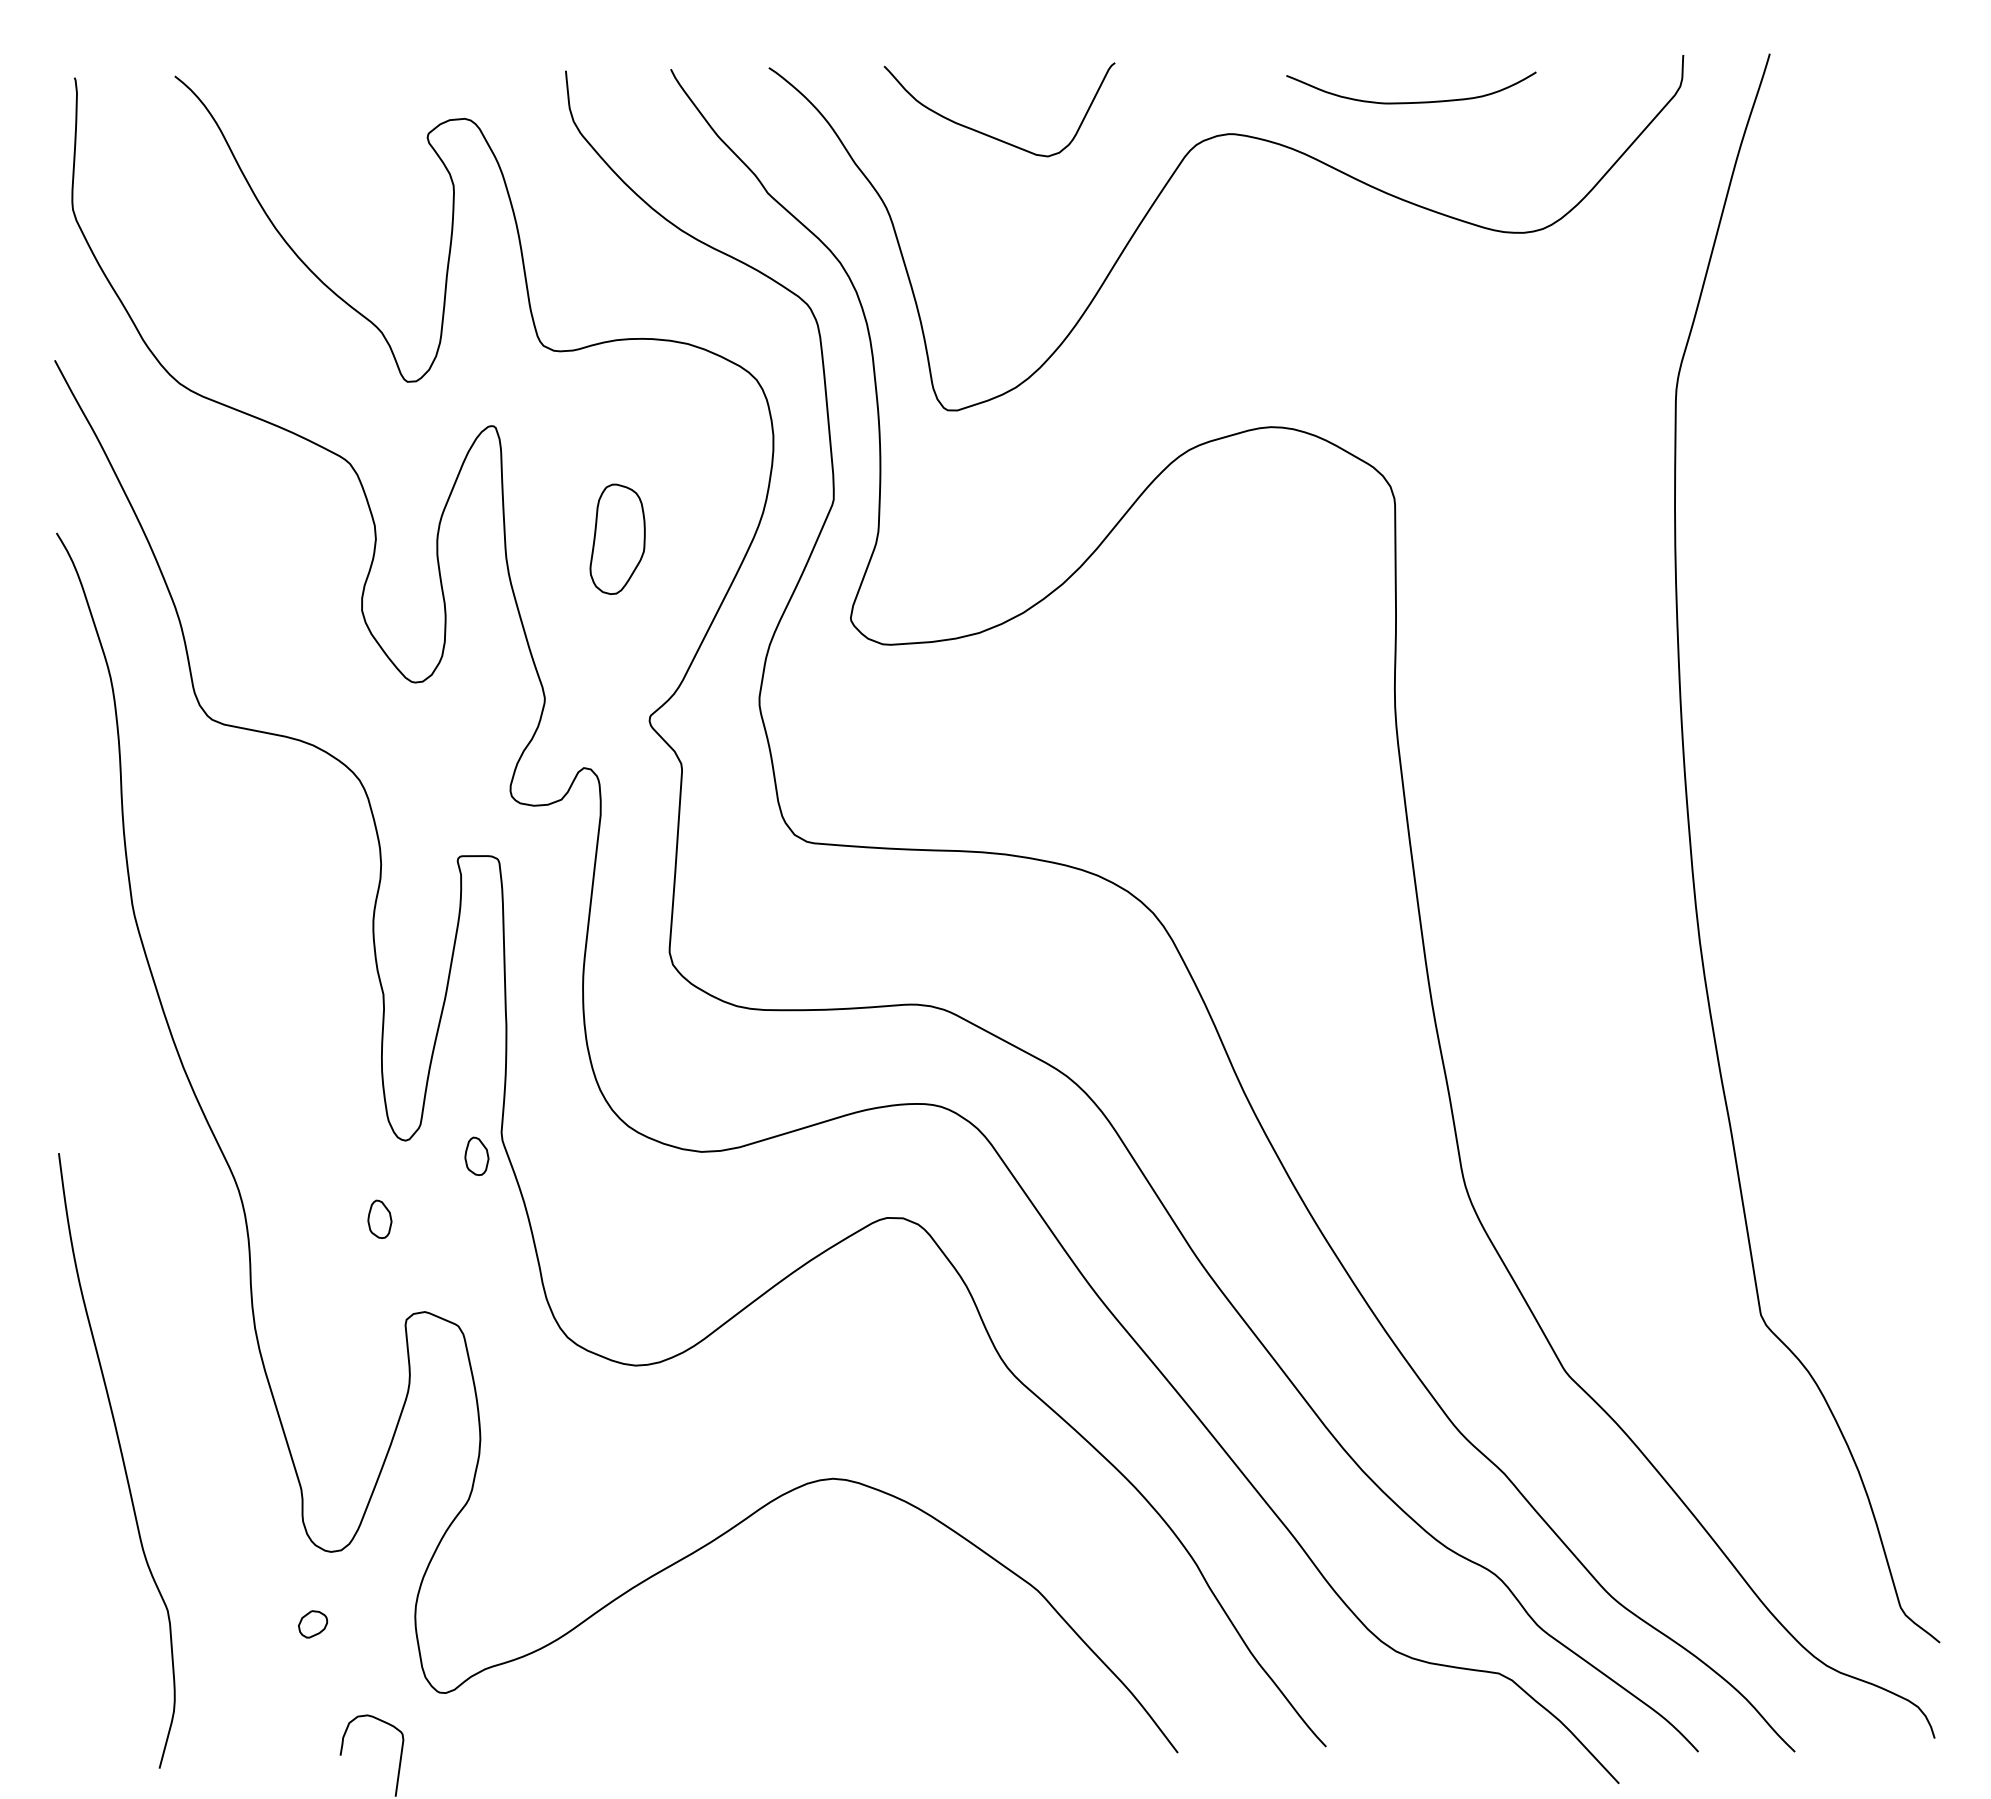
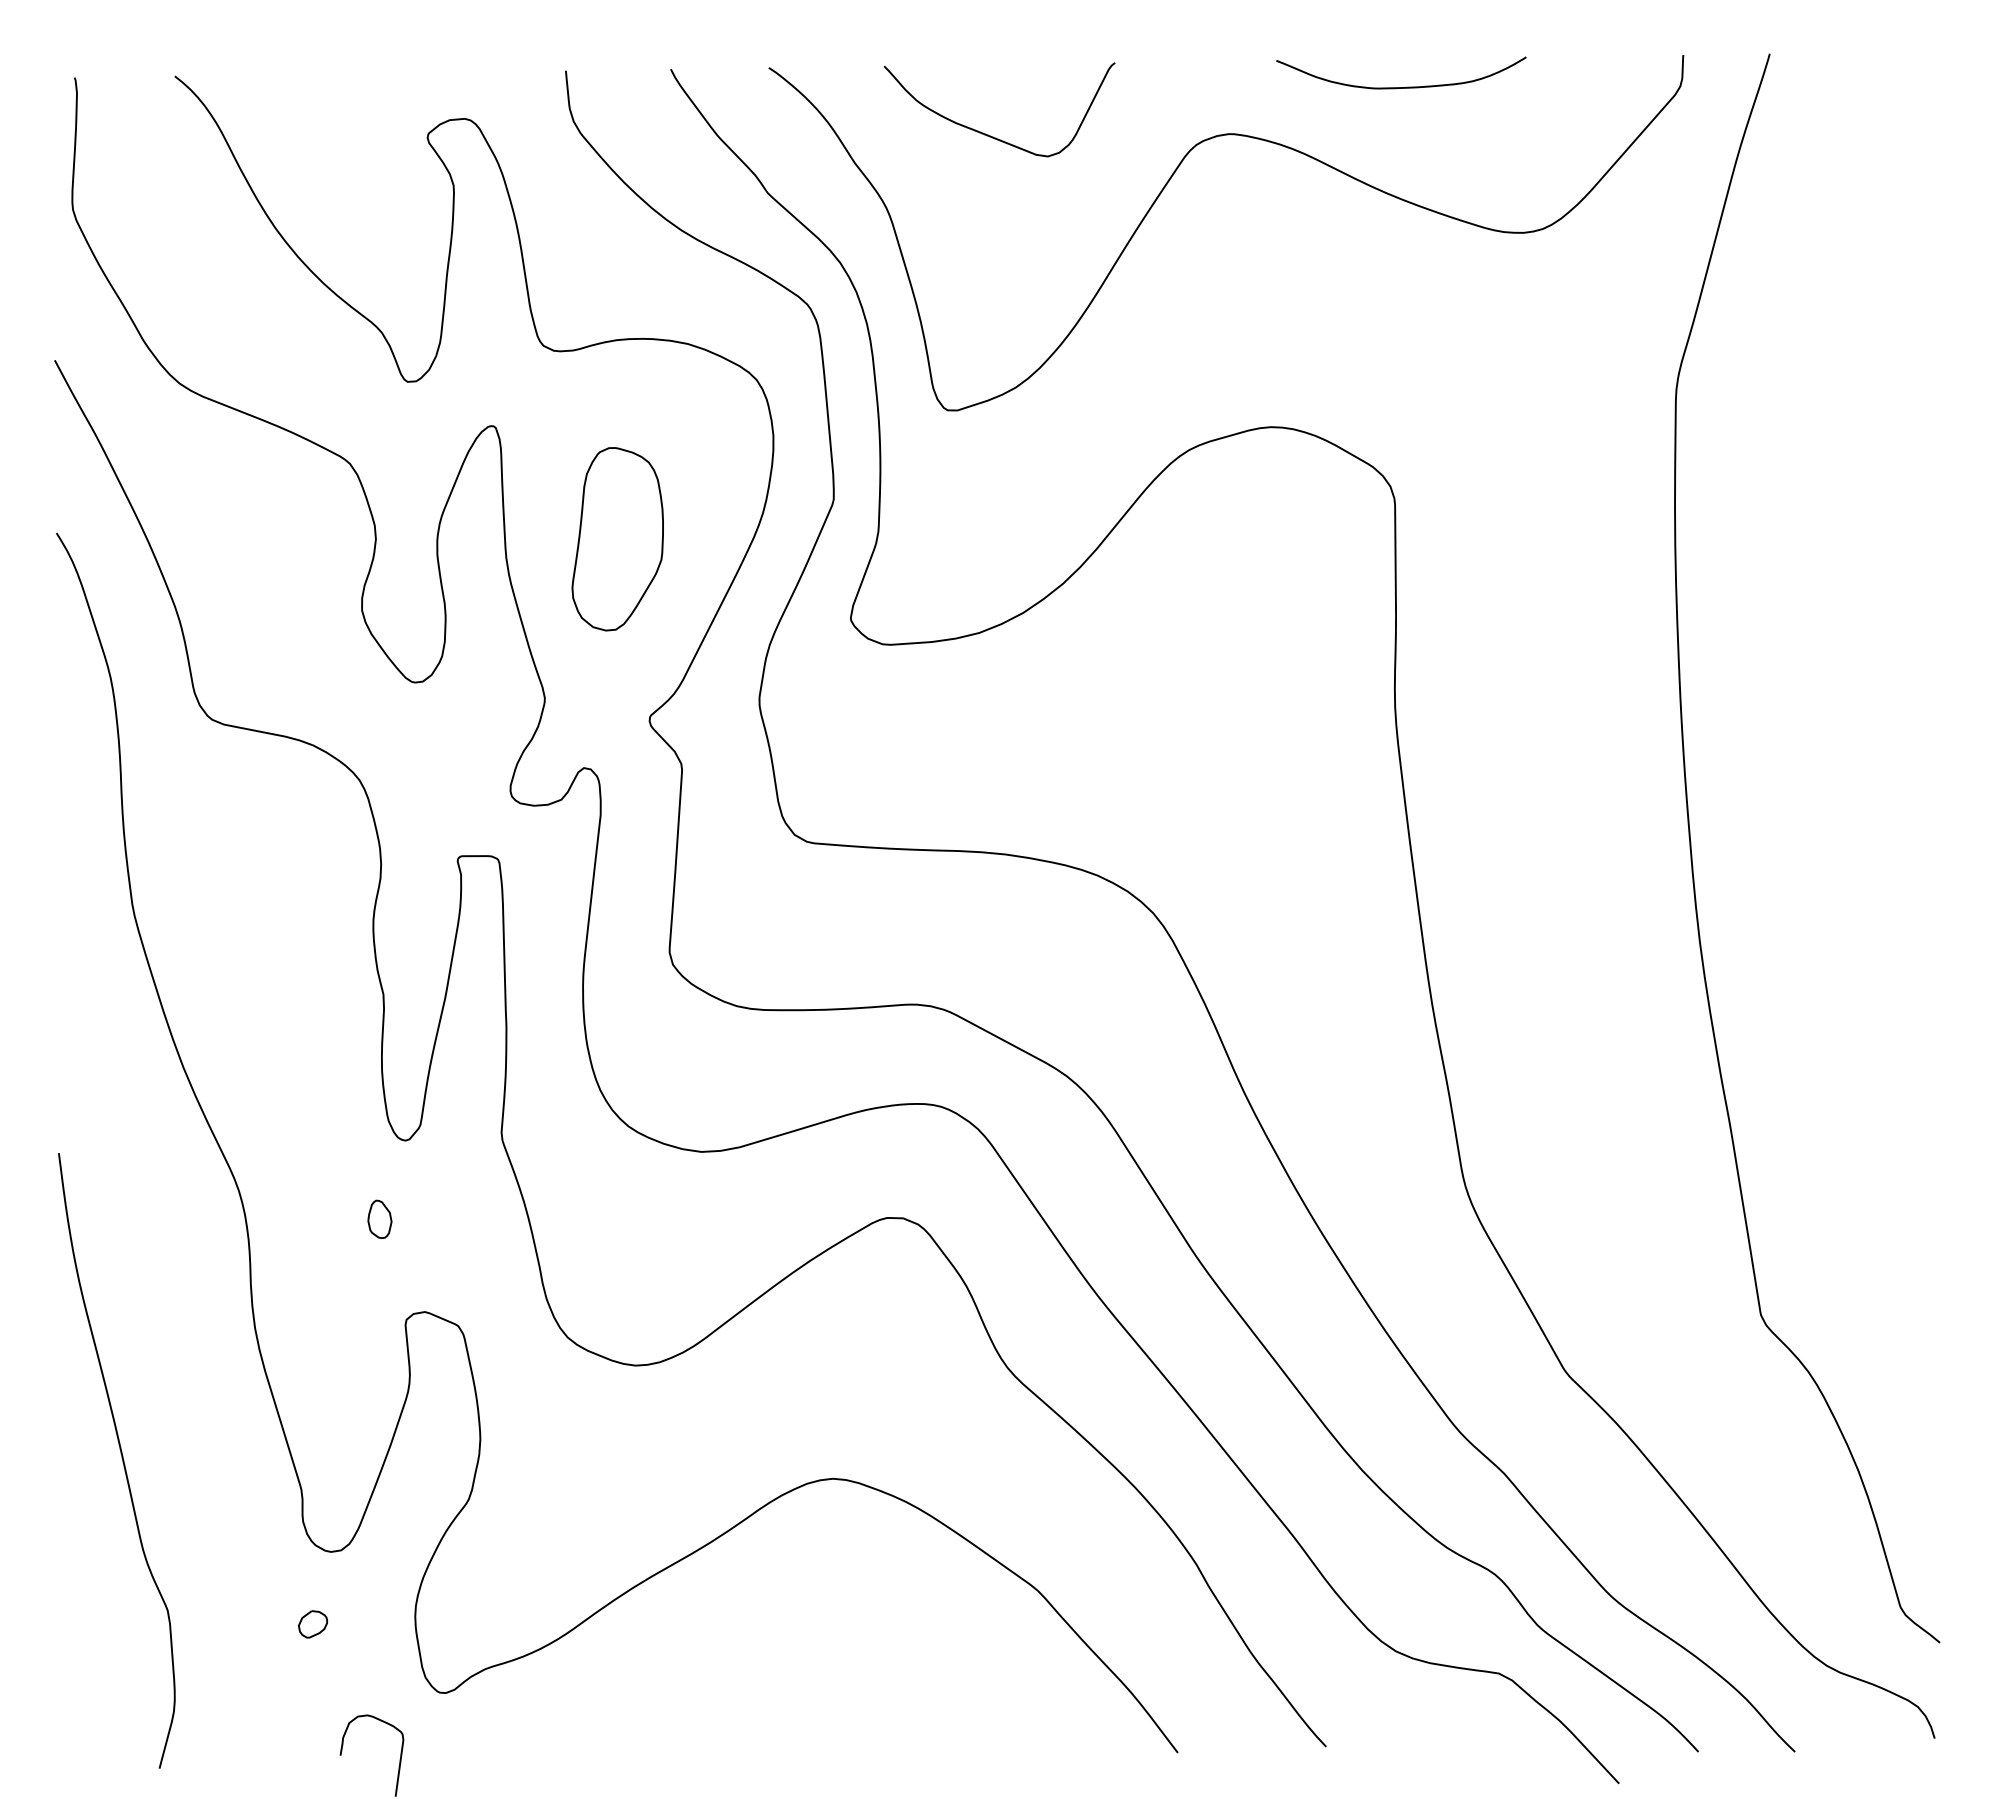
curve at (1416, 101) position: (1416, 101) -> (1406, 86)
part at (617, 538) size: 57x112 px -> 93x185 px
part at (476, 1155): present -> none
